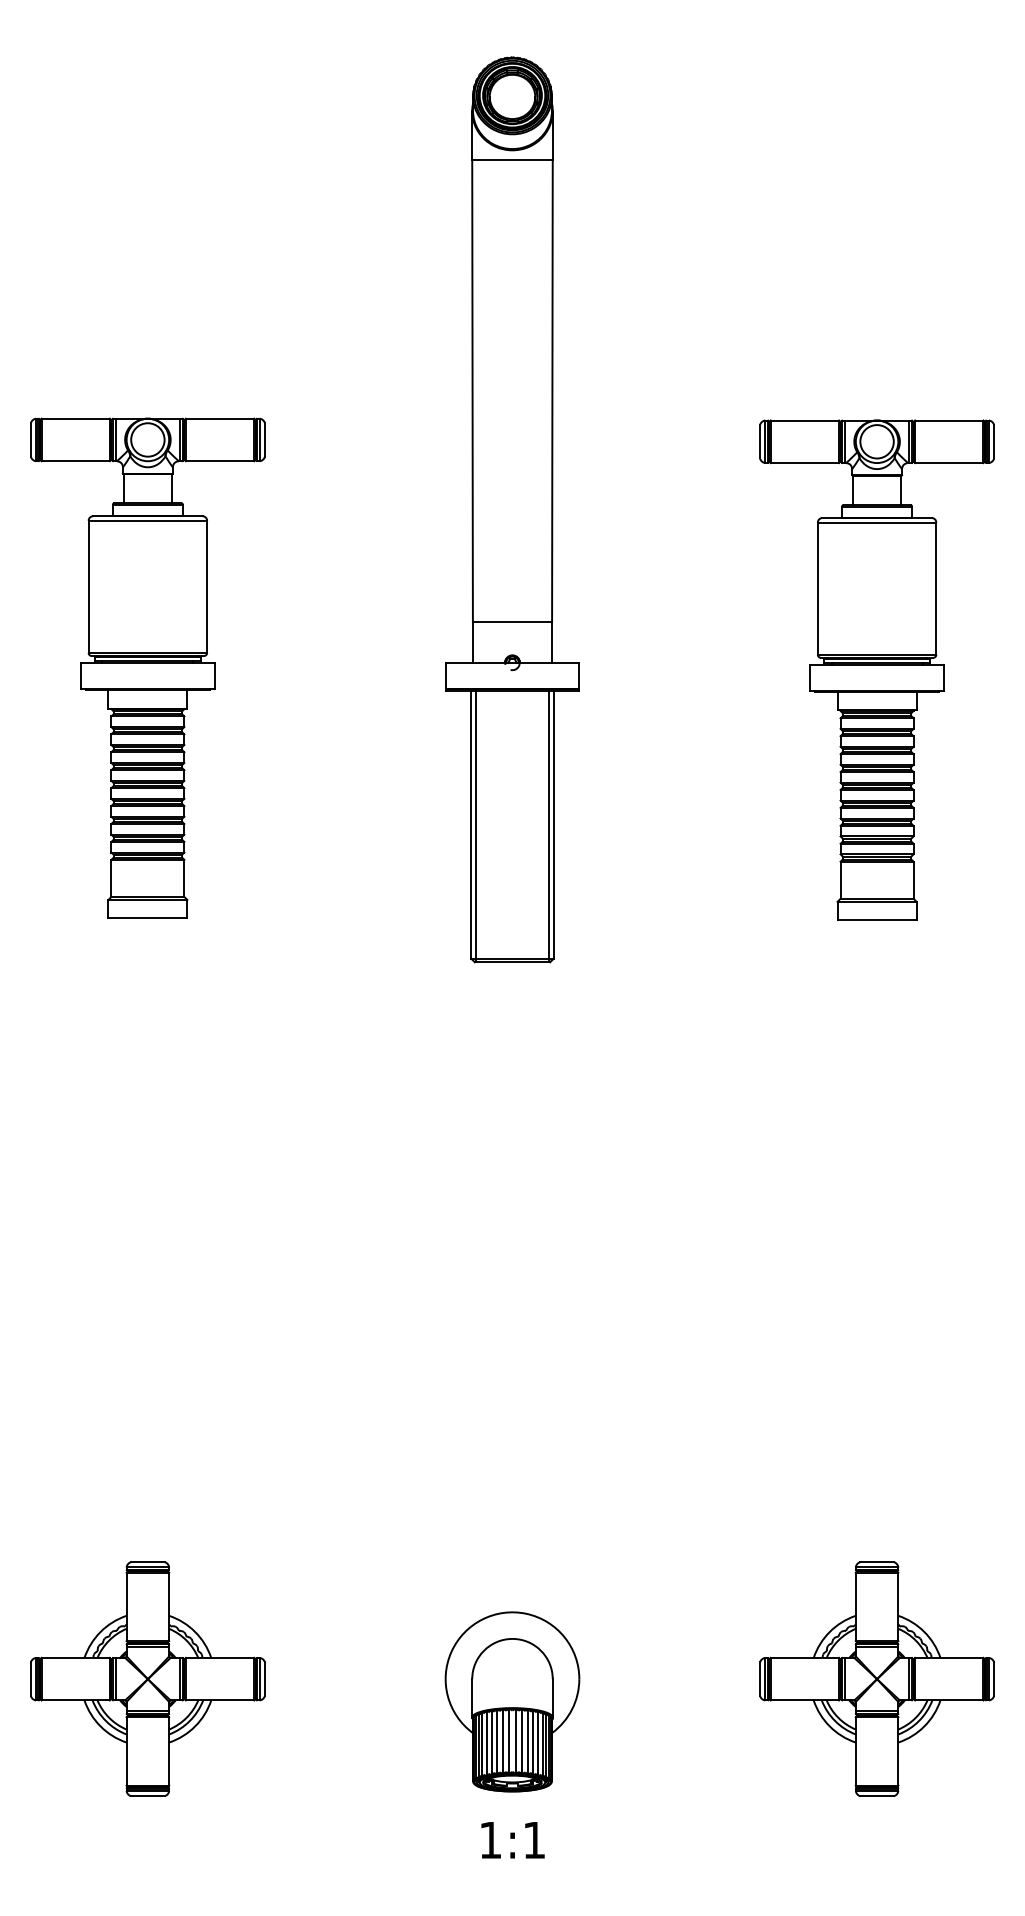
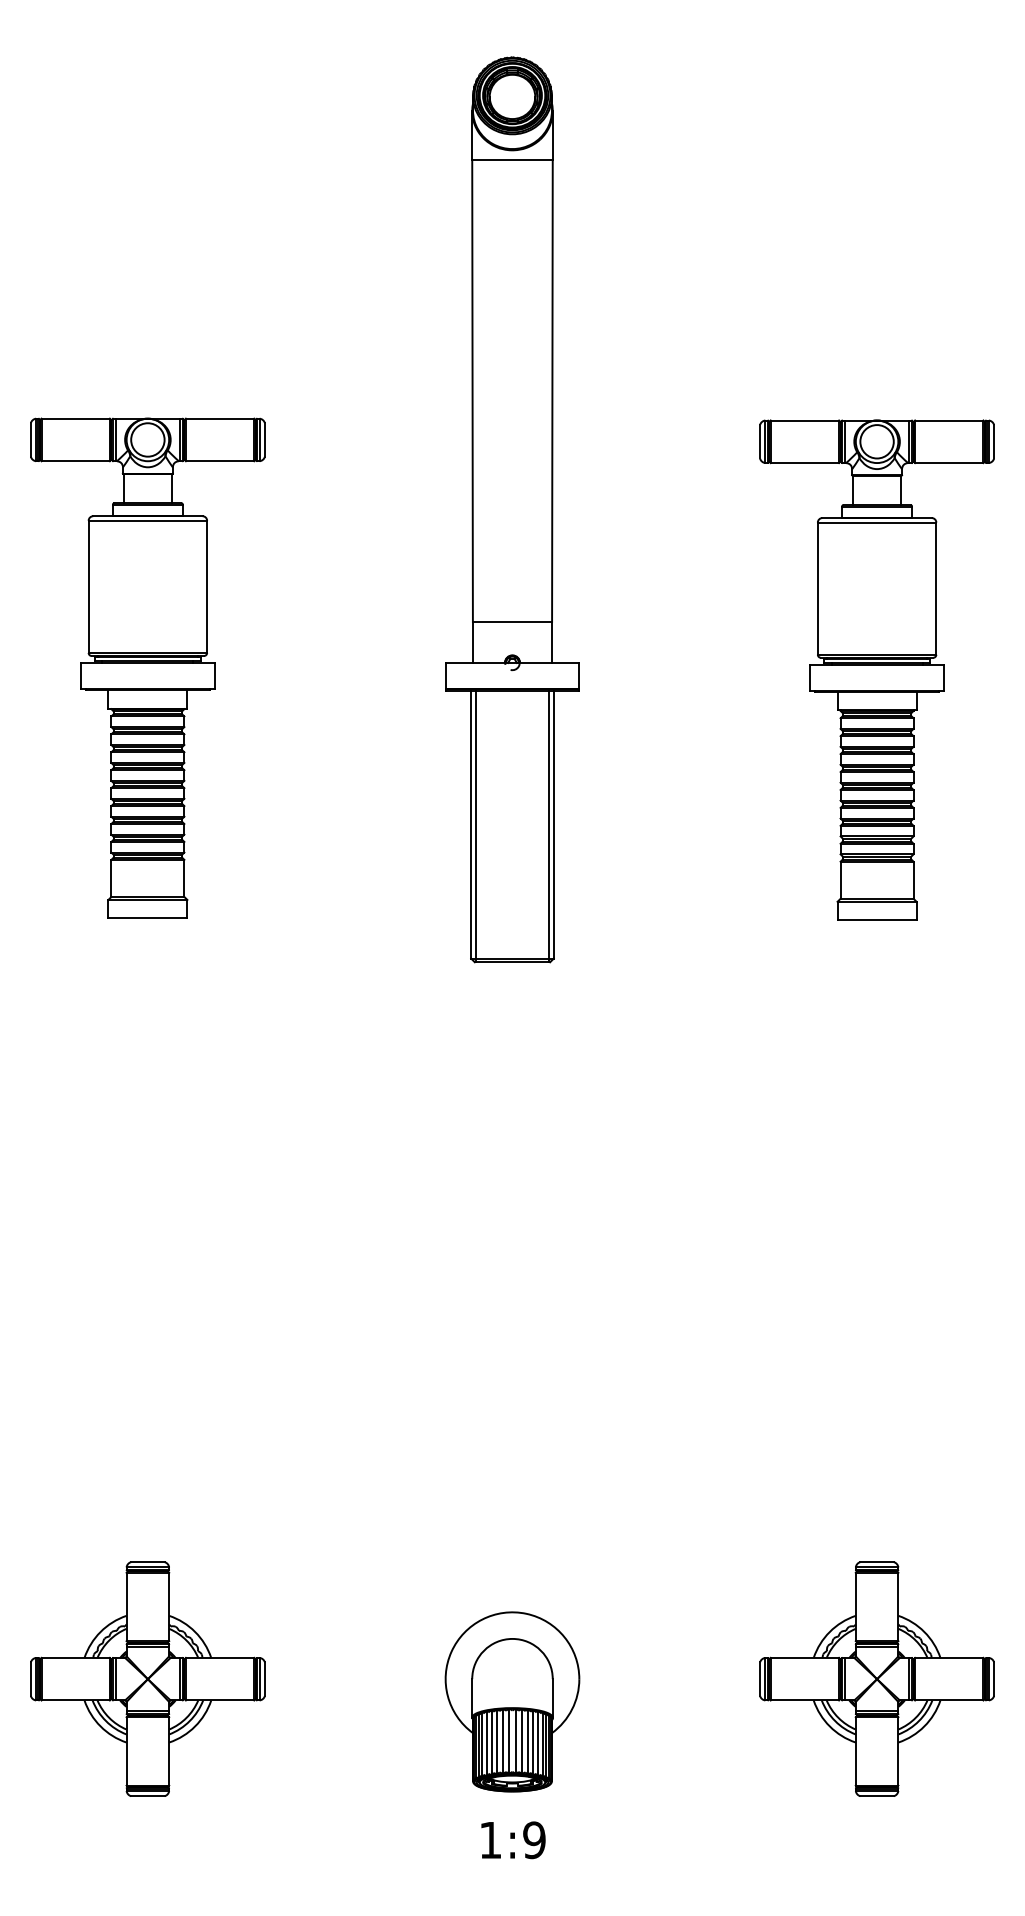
text at (534, 1840): 1:1 -> 1:9
